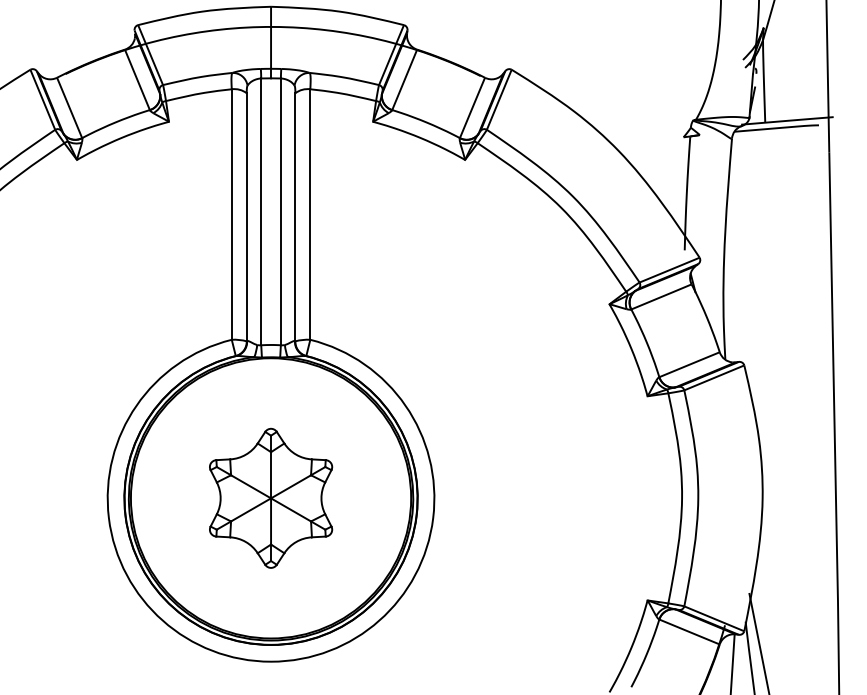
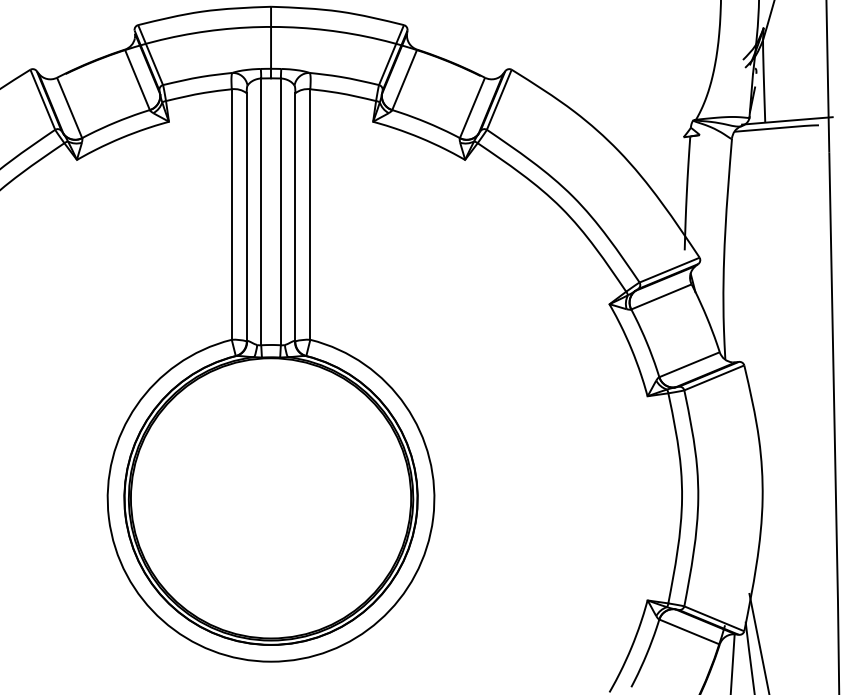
part at (271, 497): present -> none
